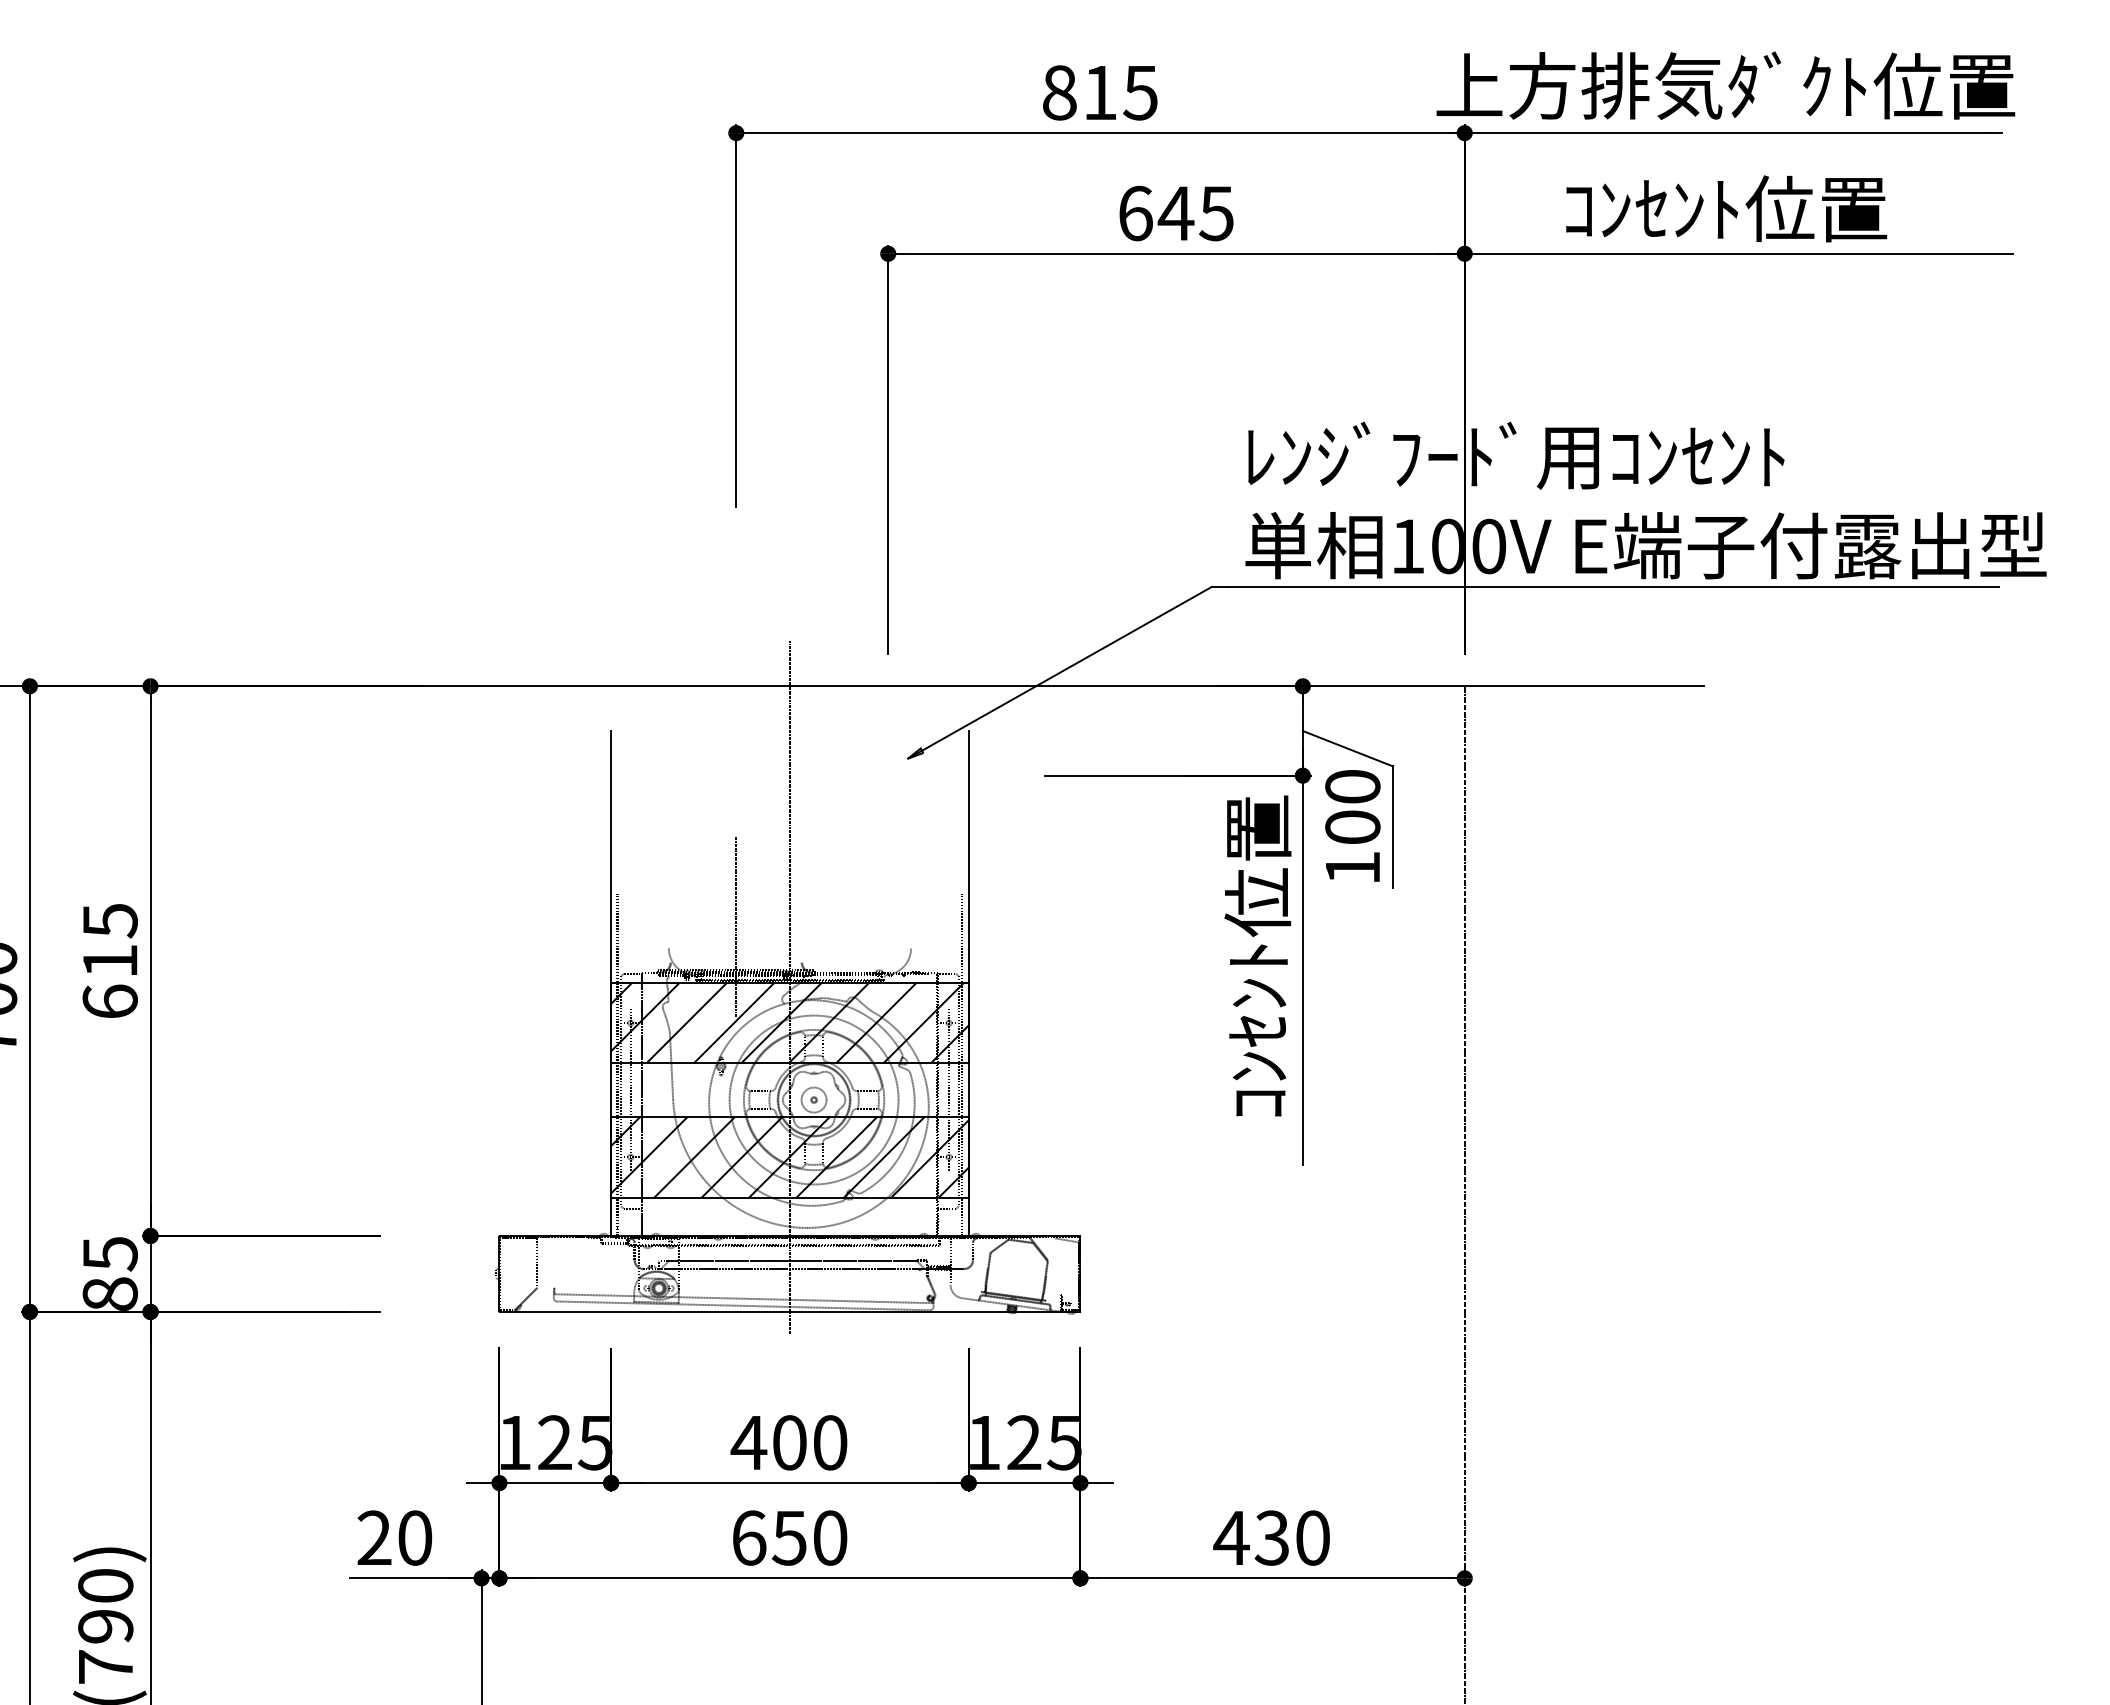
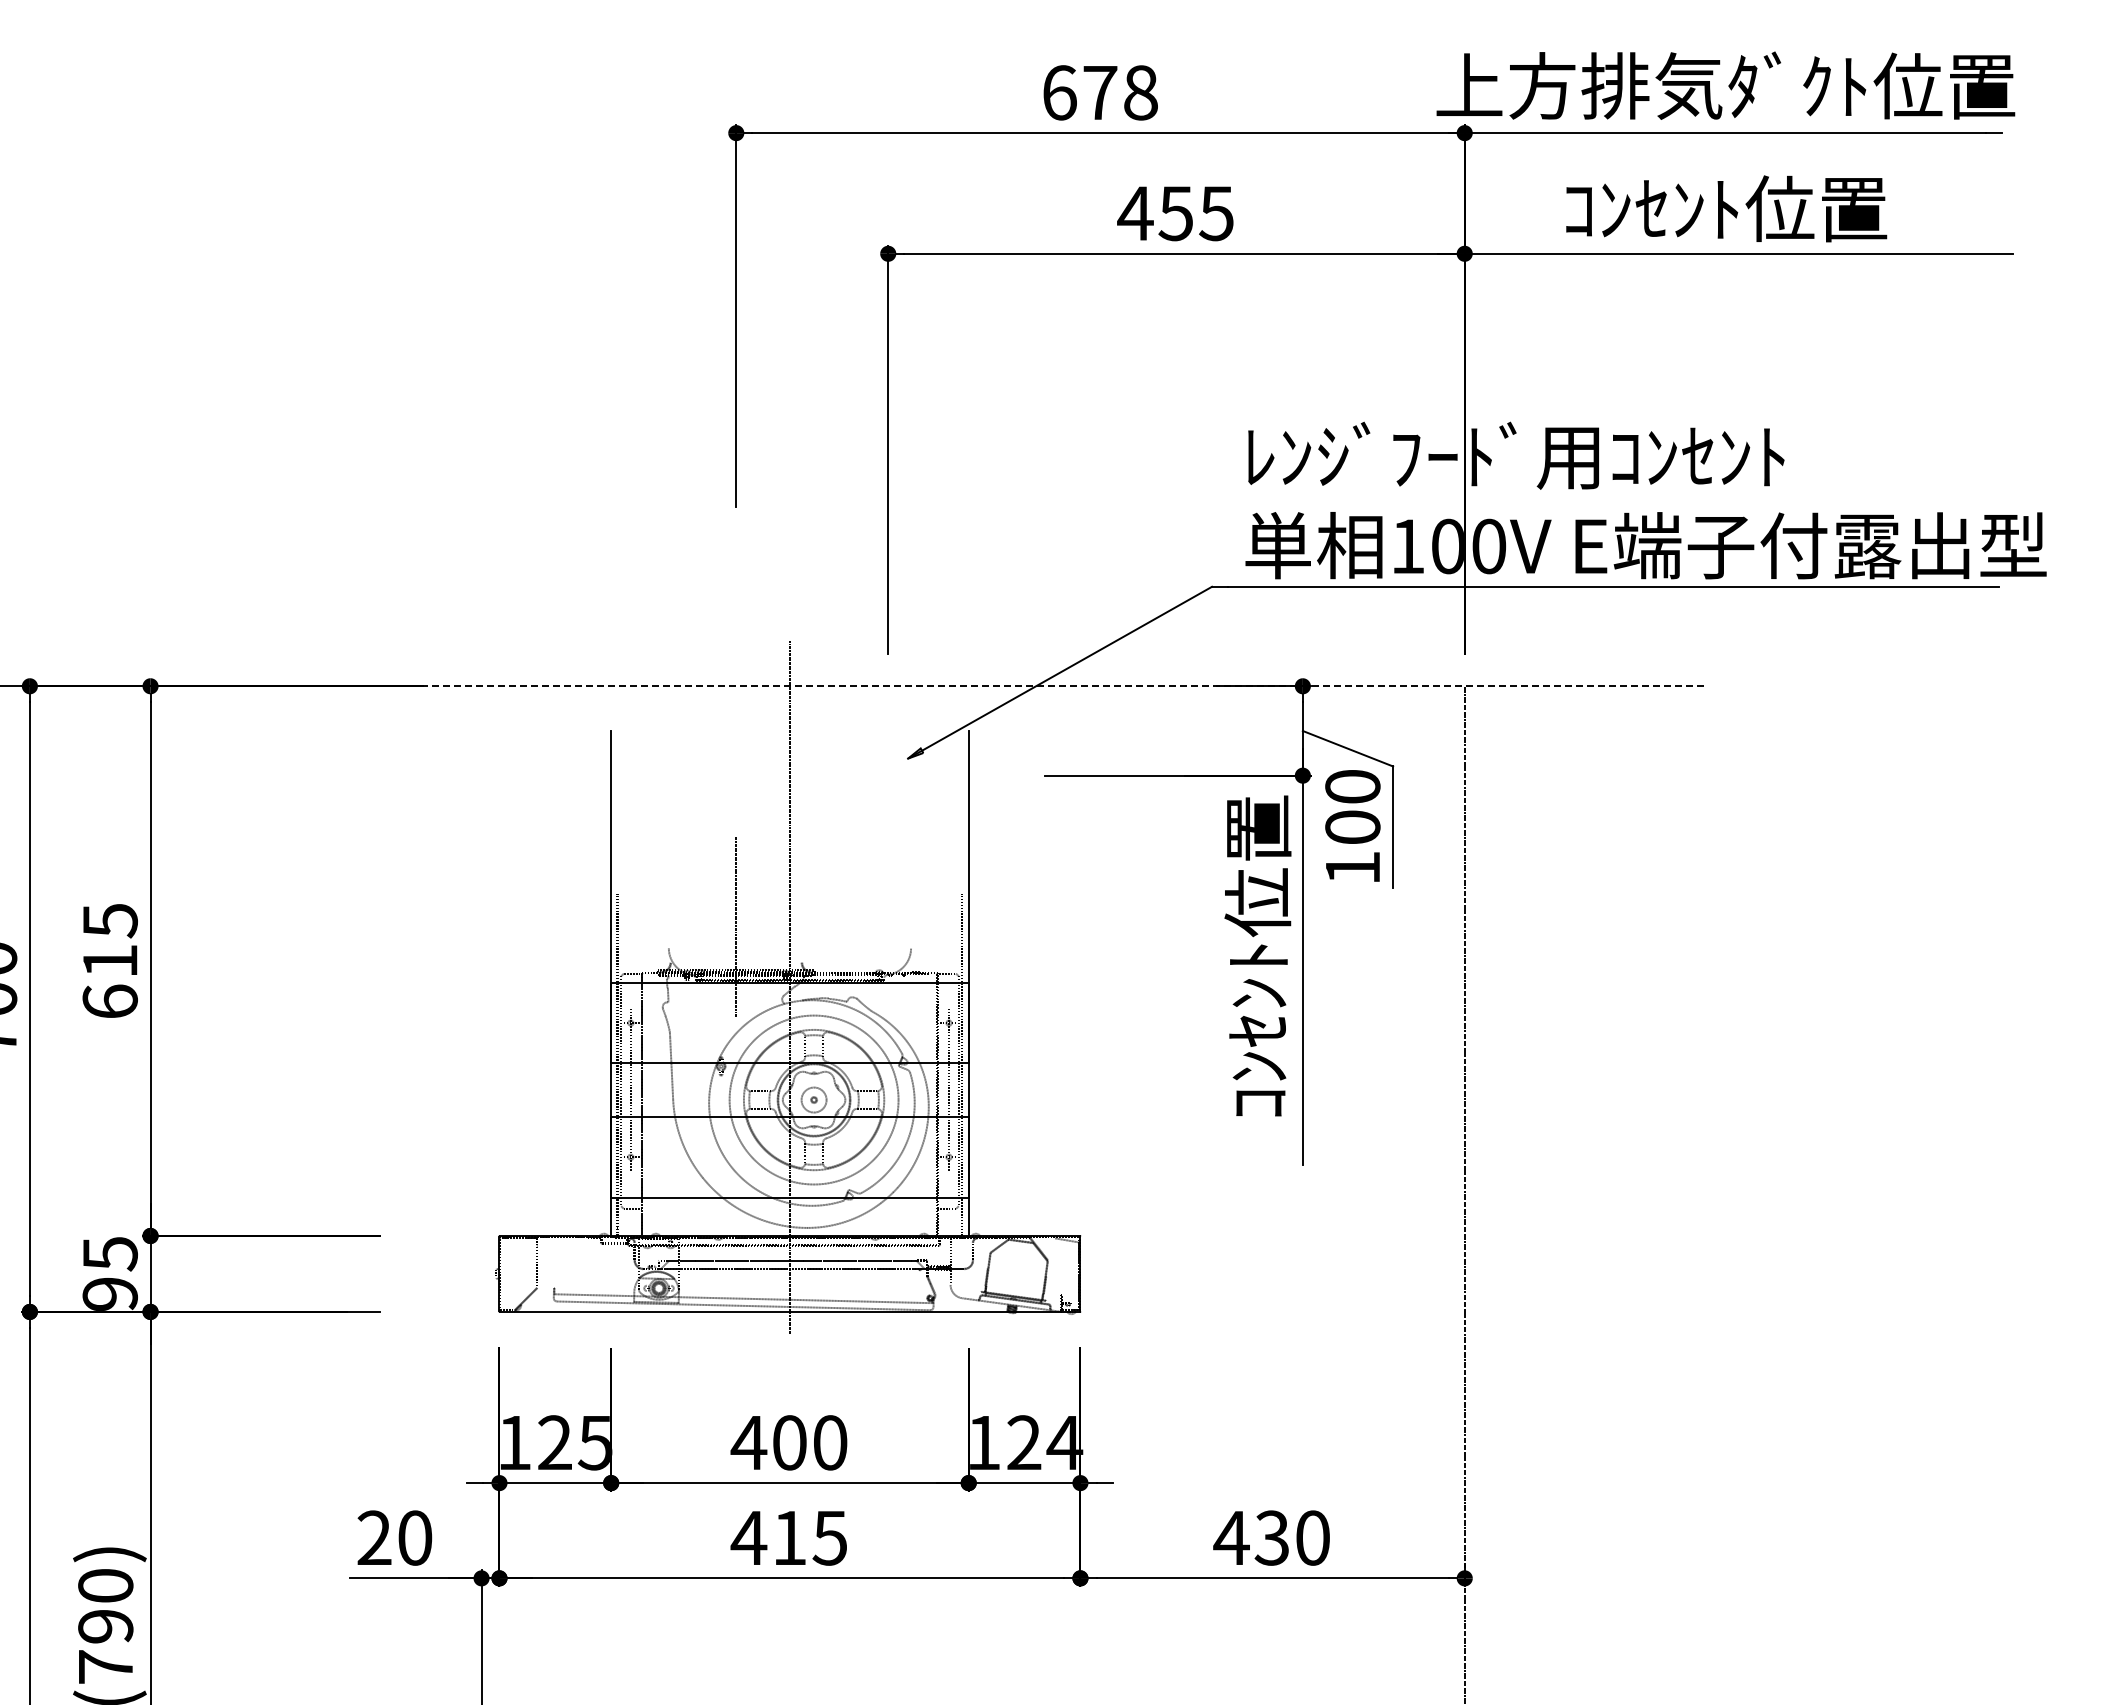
text at (1100, 92): 815 -> 678
text at (1155, 213): 645 -> 455
line at (1000, 686): solid -> dashed
hatch at (789, 1023): present -> none
hatch at (789, 1157): present -> none
text at (109, 1293): 85 -> 95
text at (1064, 1443): 125 -> 124
text at (788, 1537): 650 -> 415
